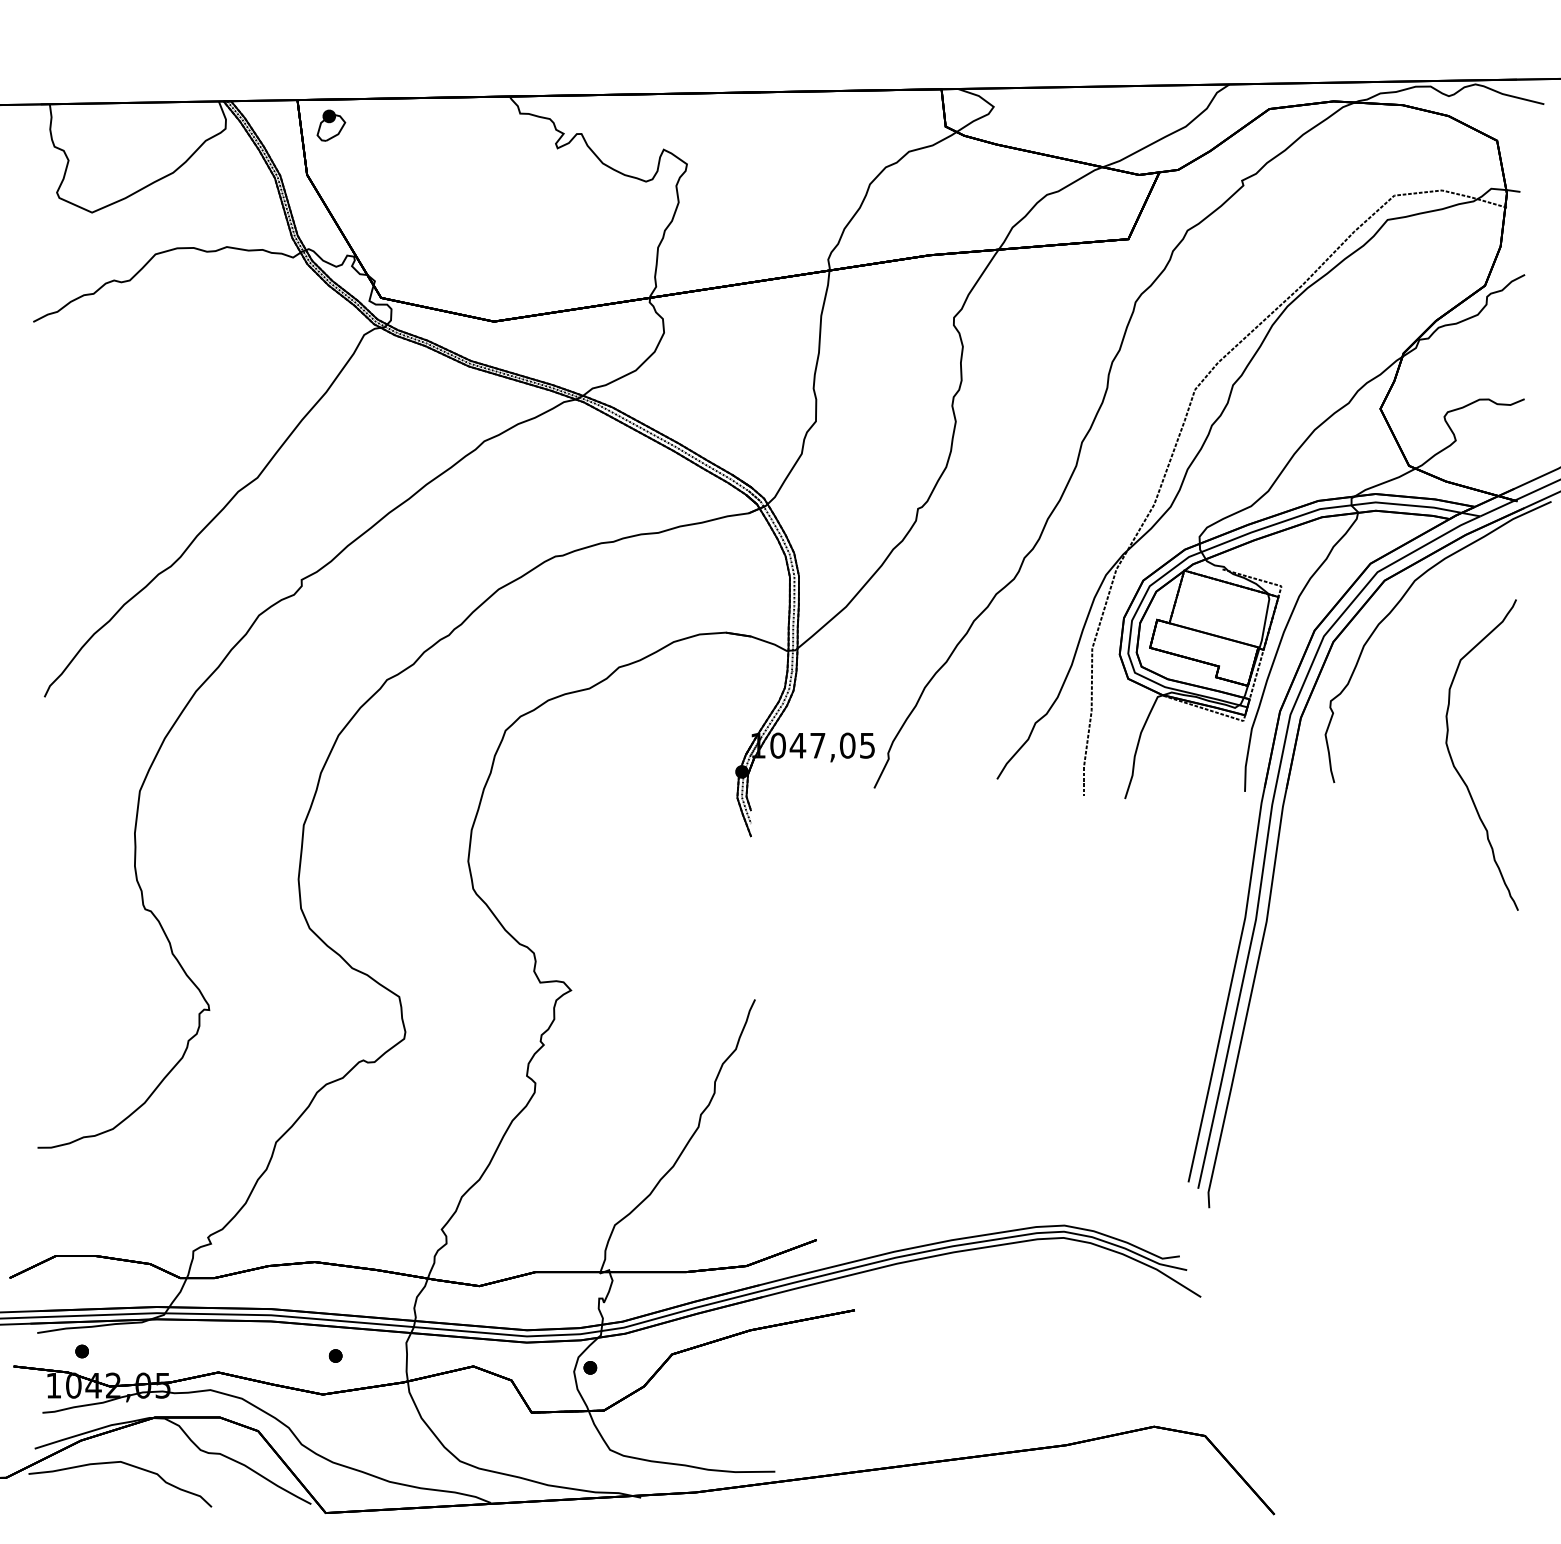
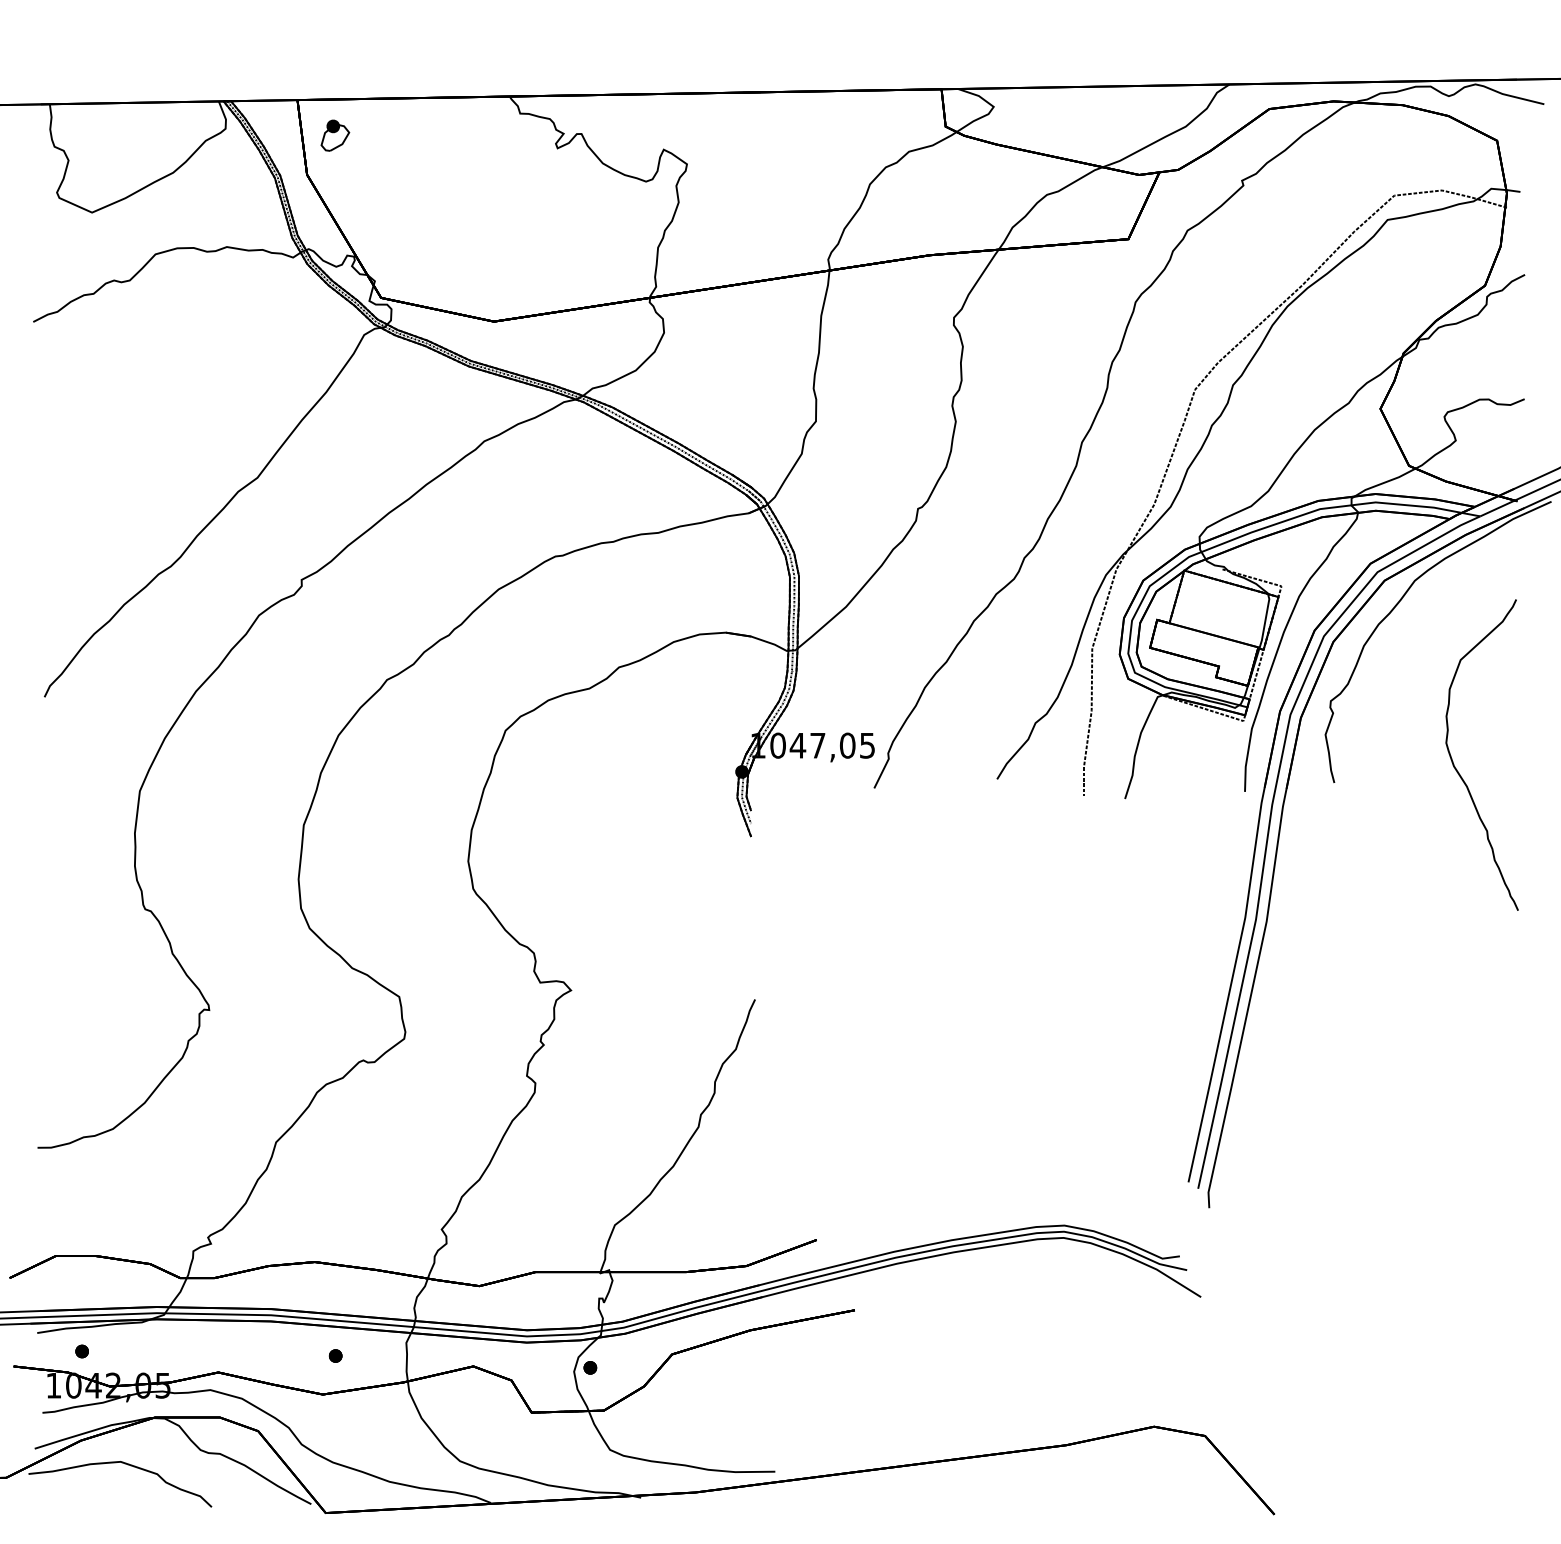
part at (331, 125) position: (331, 125) -> (335, 135)
